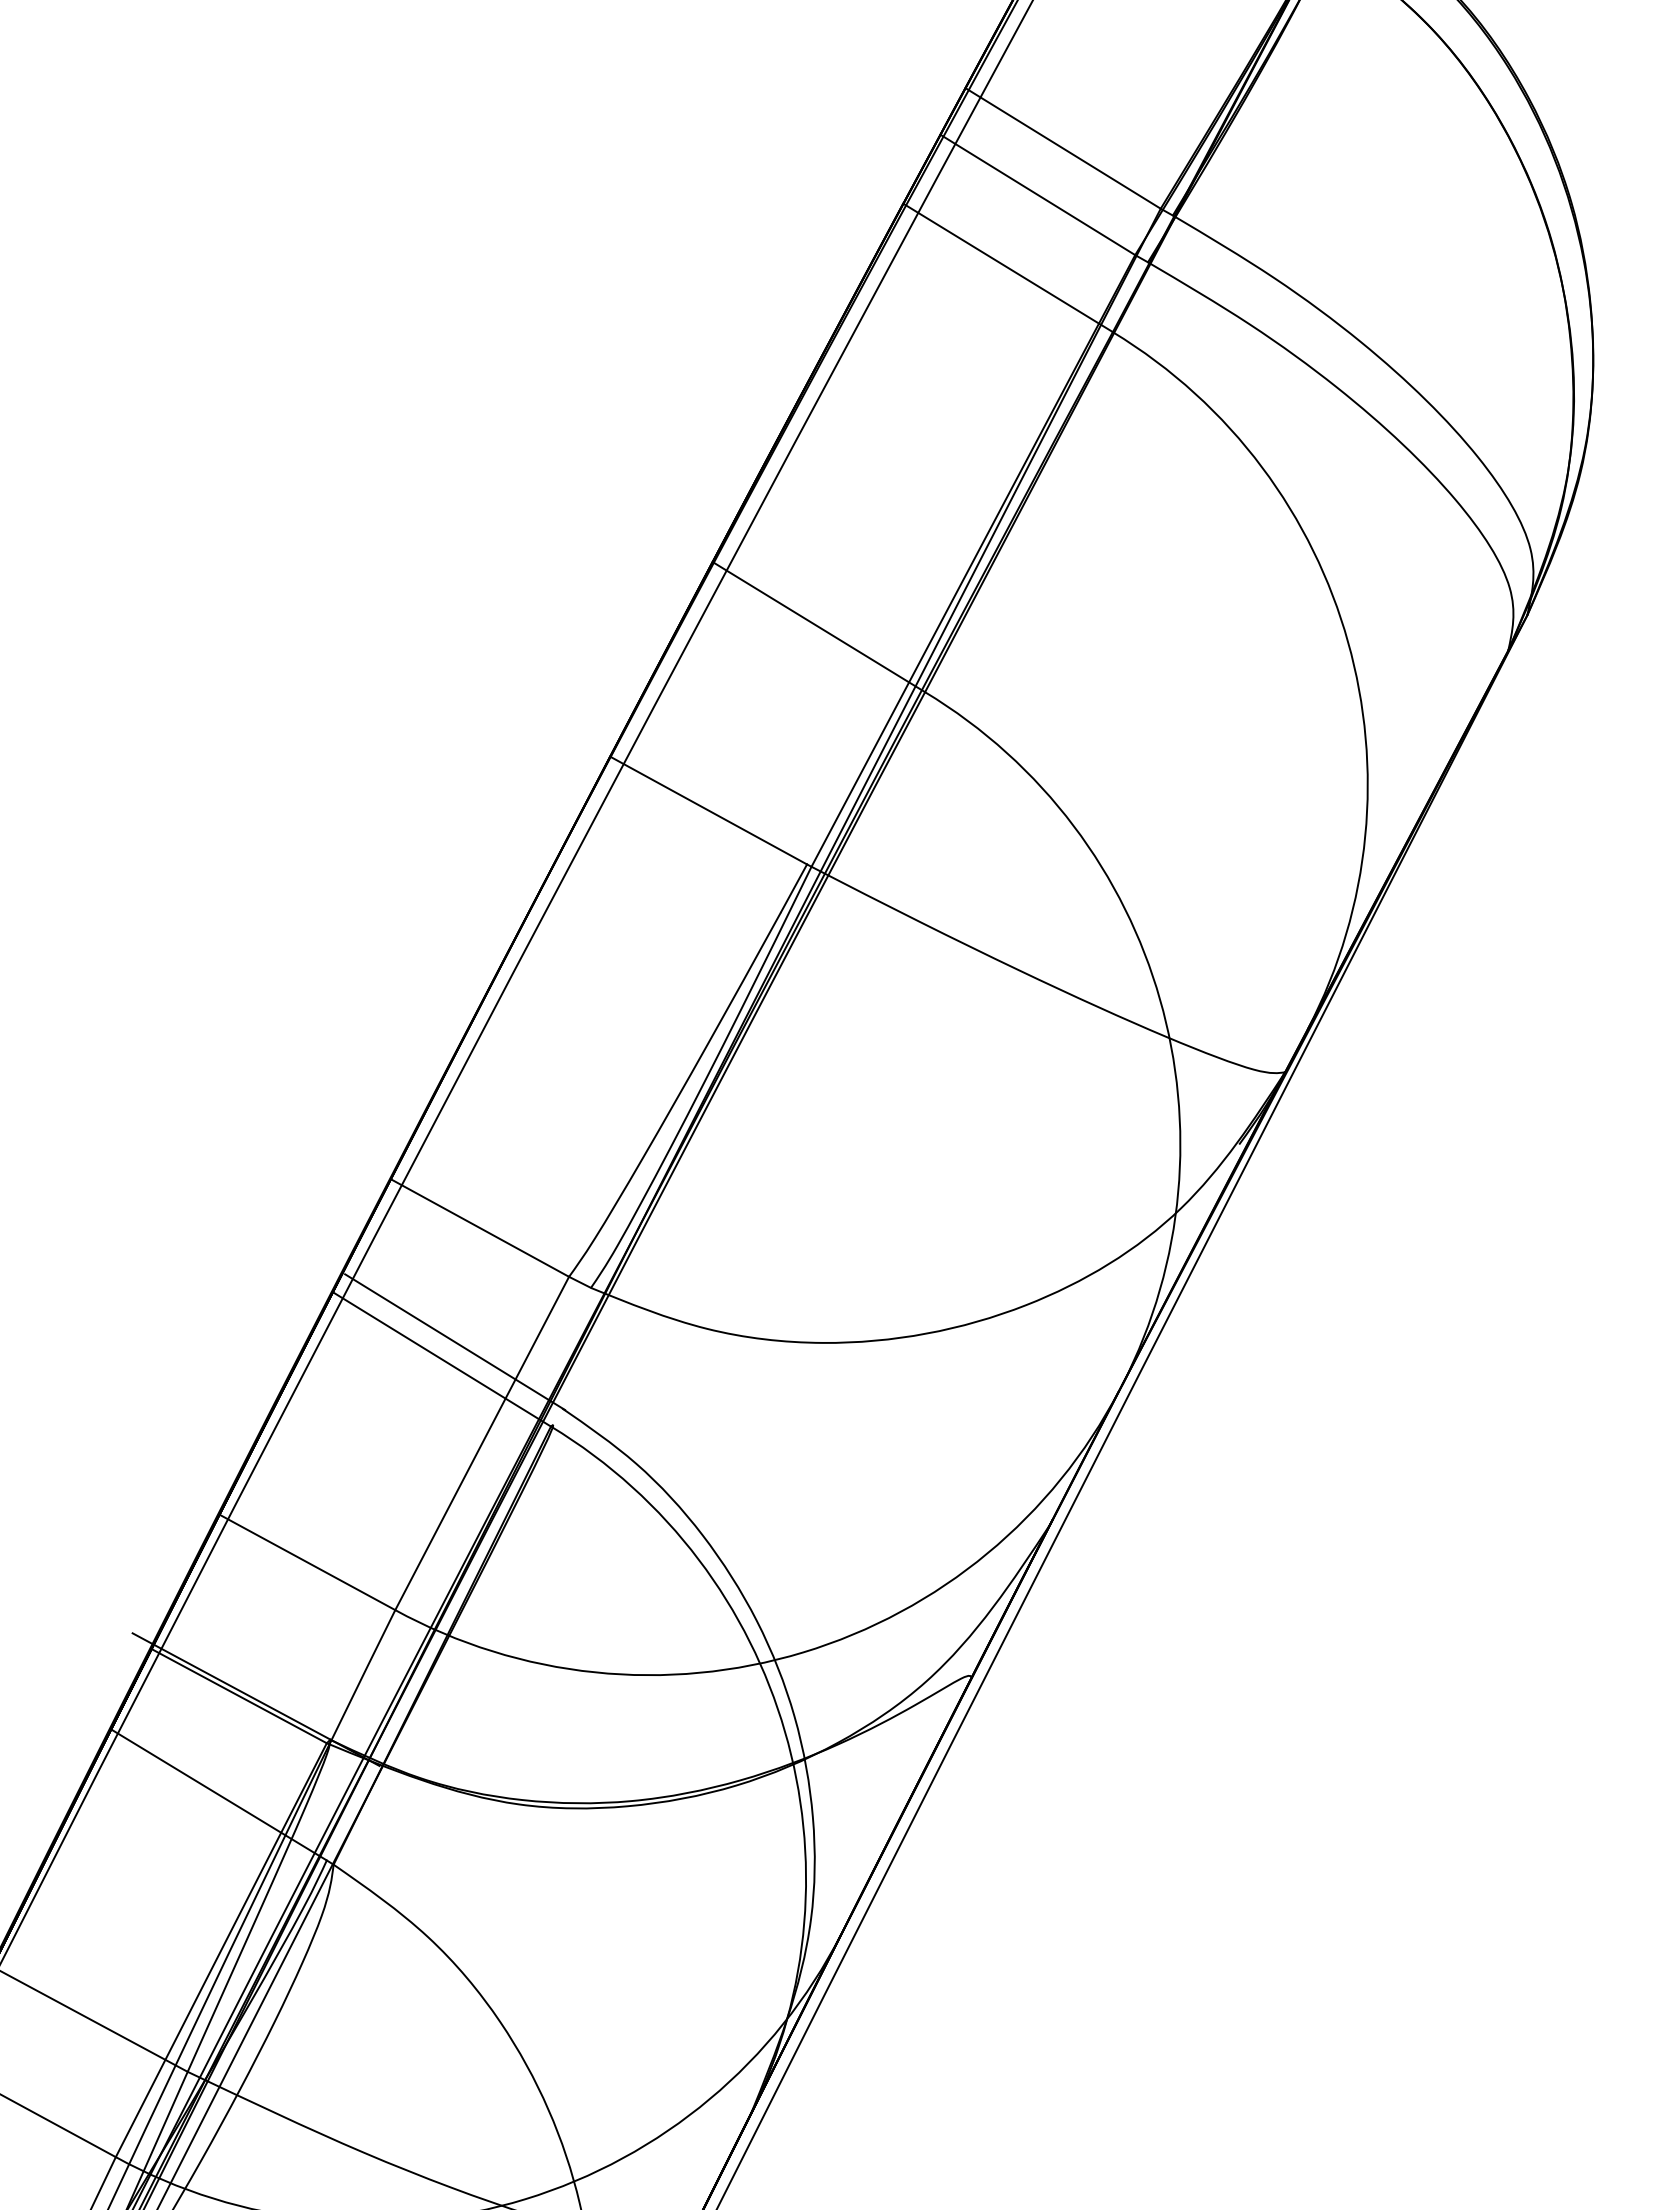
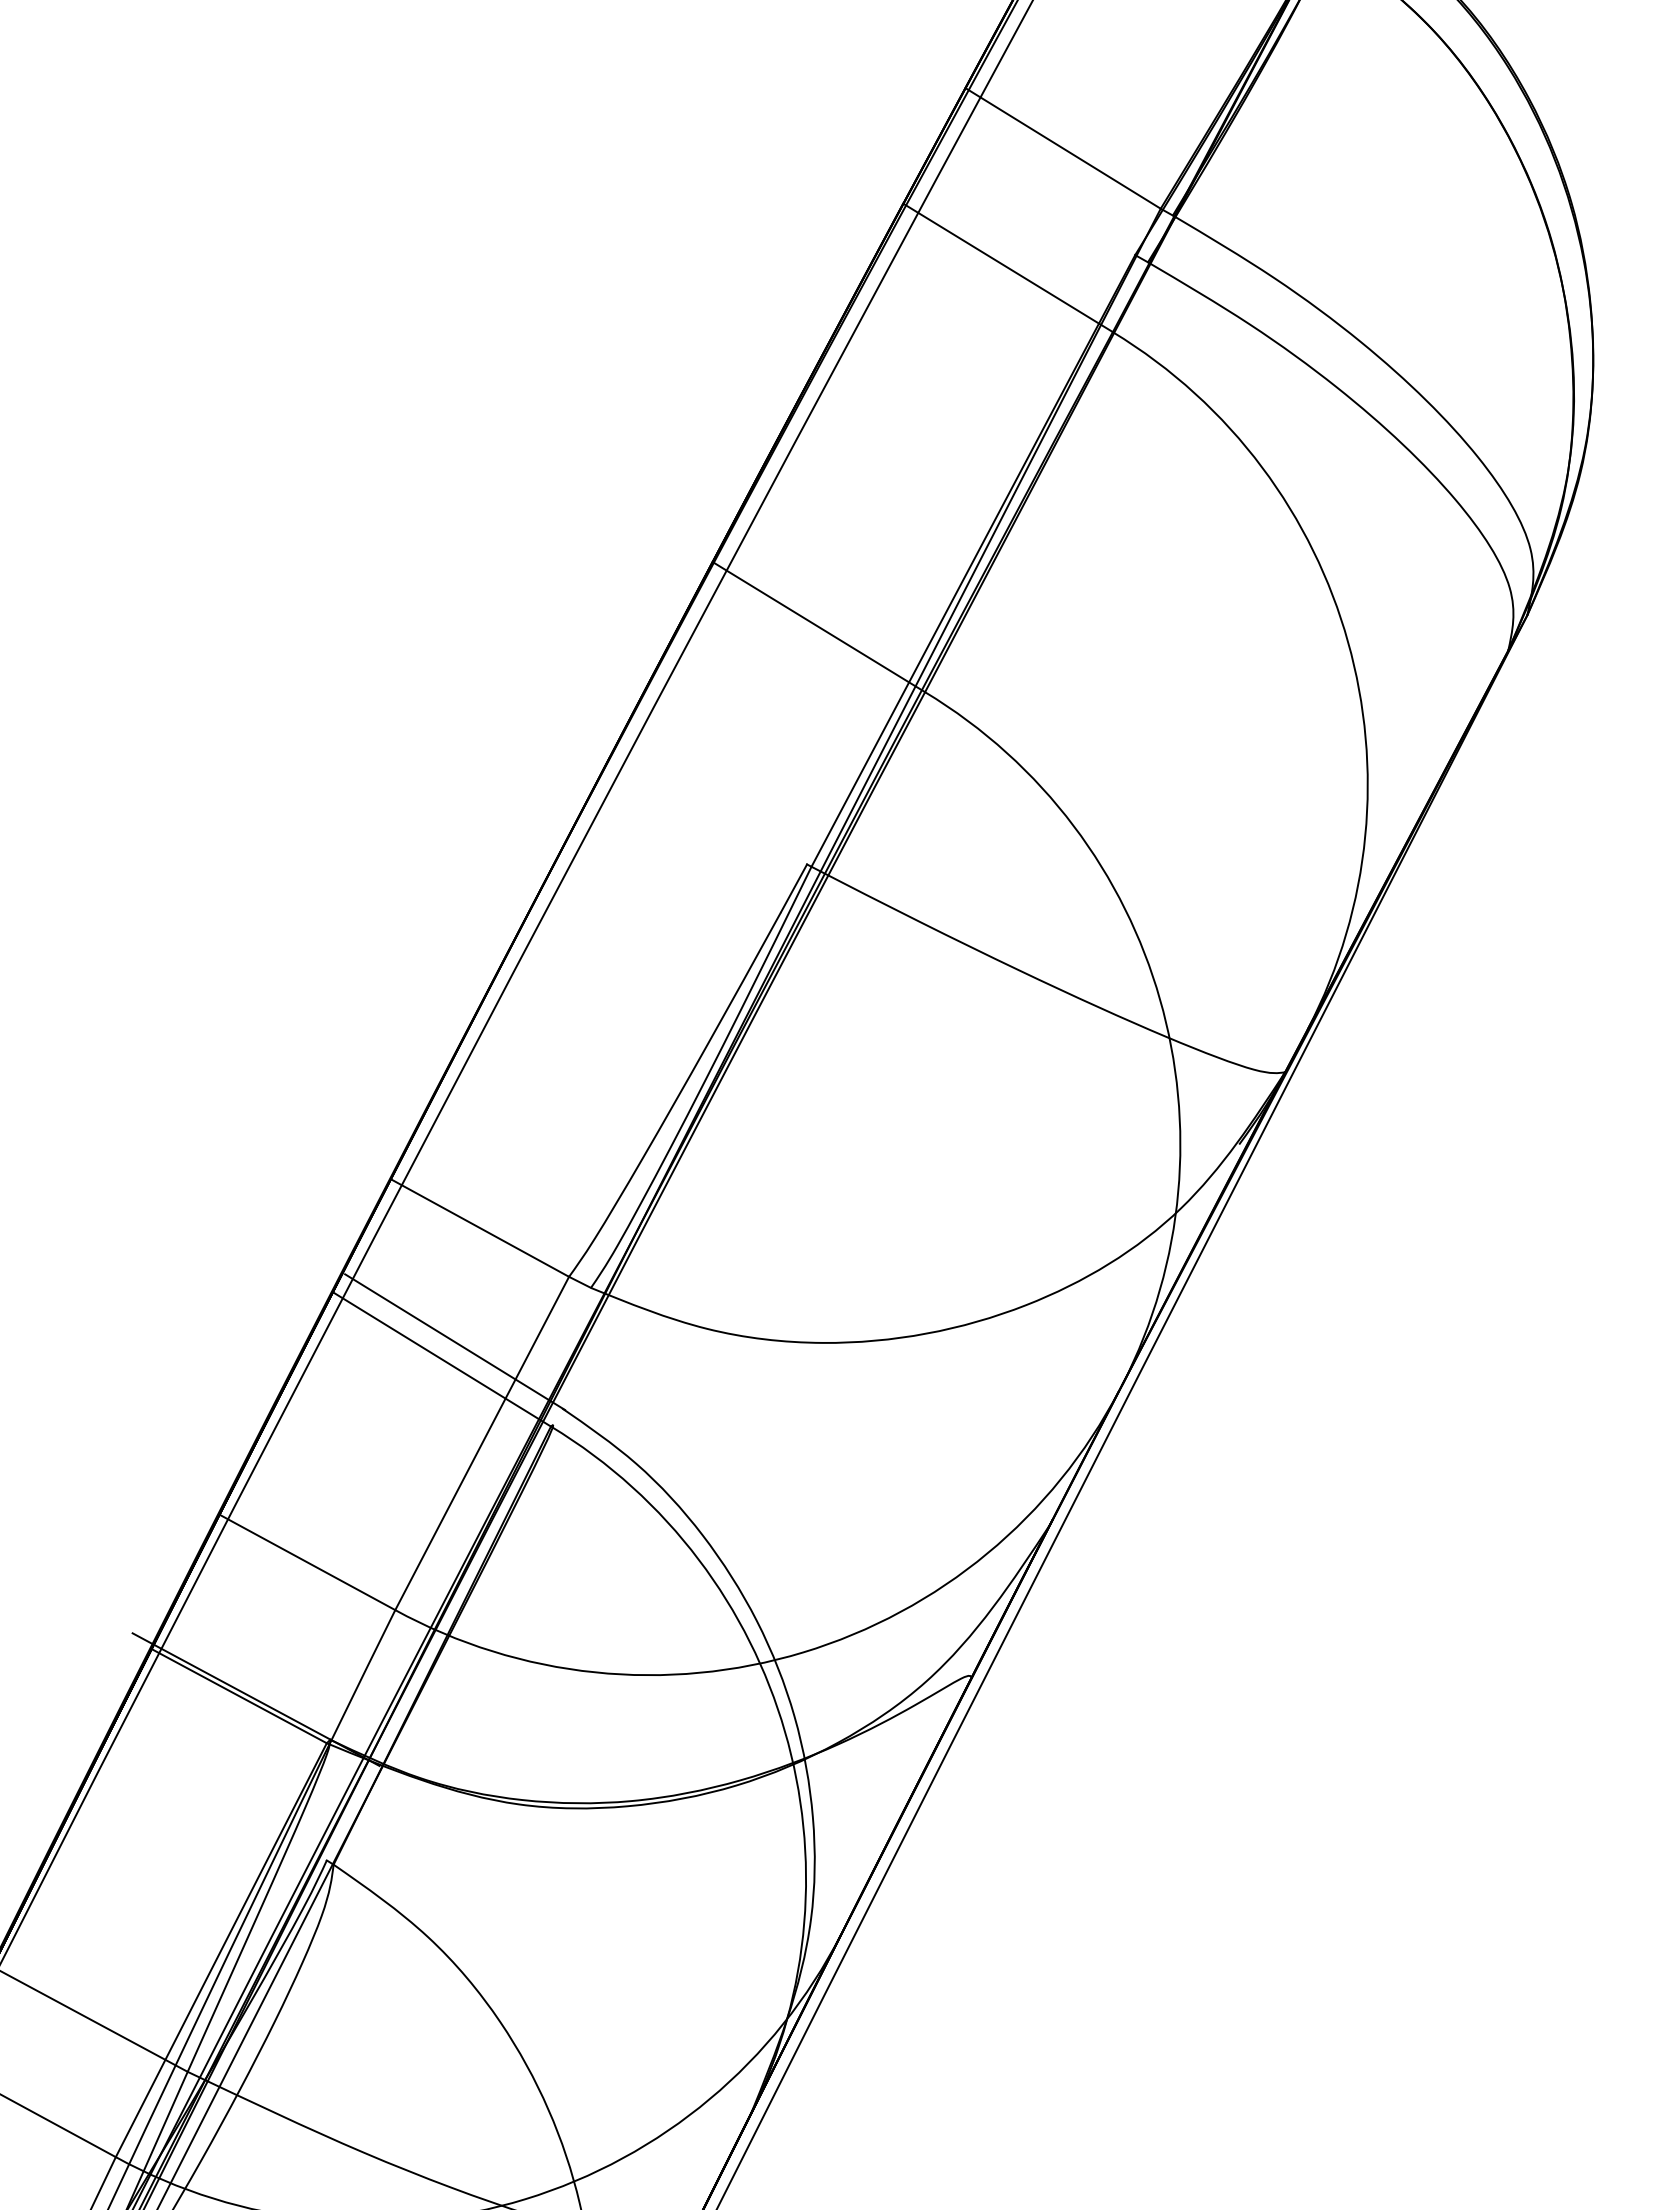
line at (1037, 194): present -> none
line at (708, 810): present -> none
line at (218, 1794): present -> none
